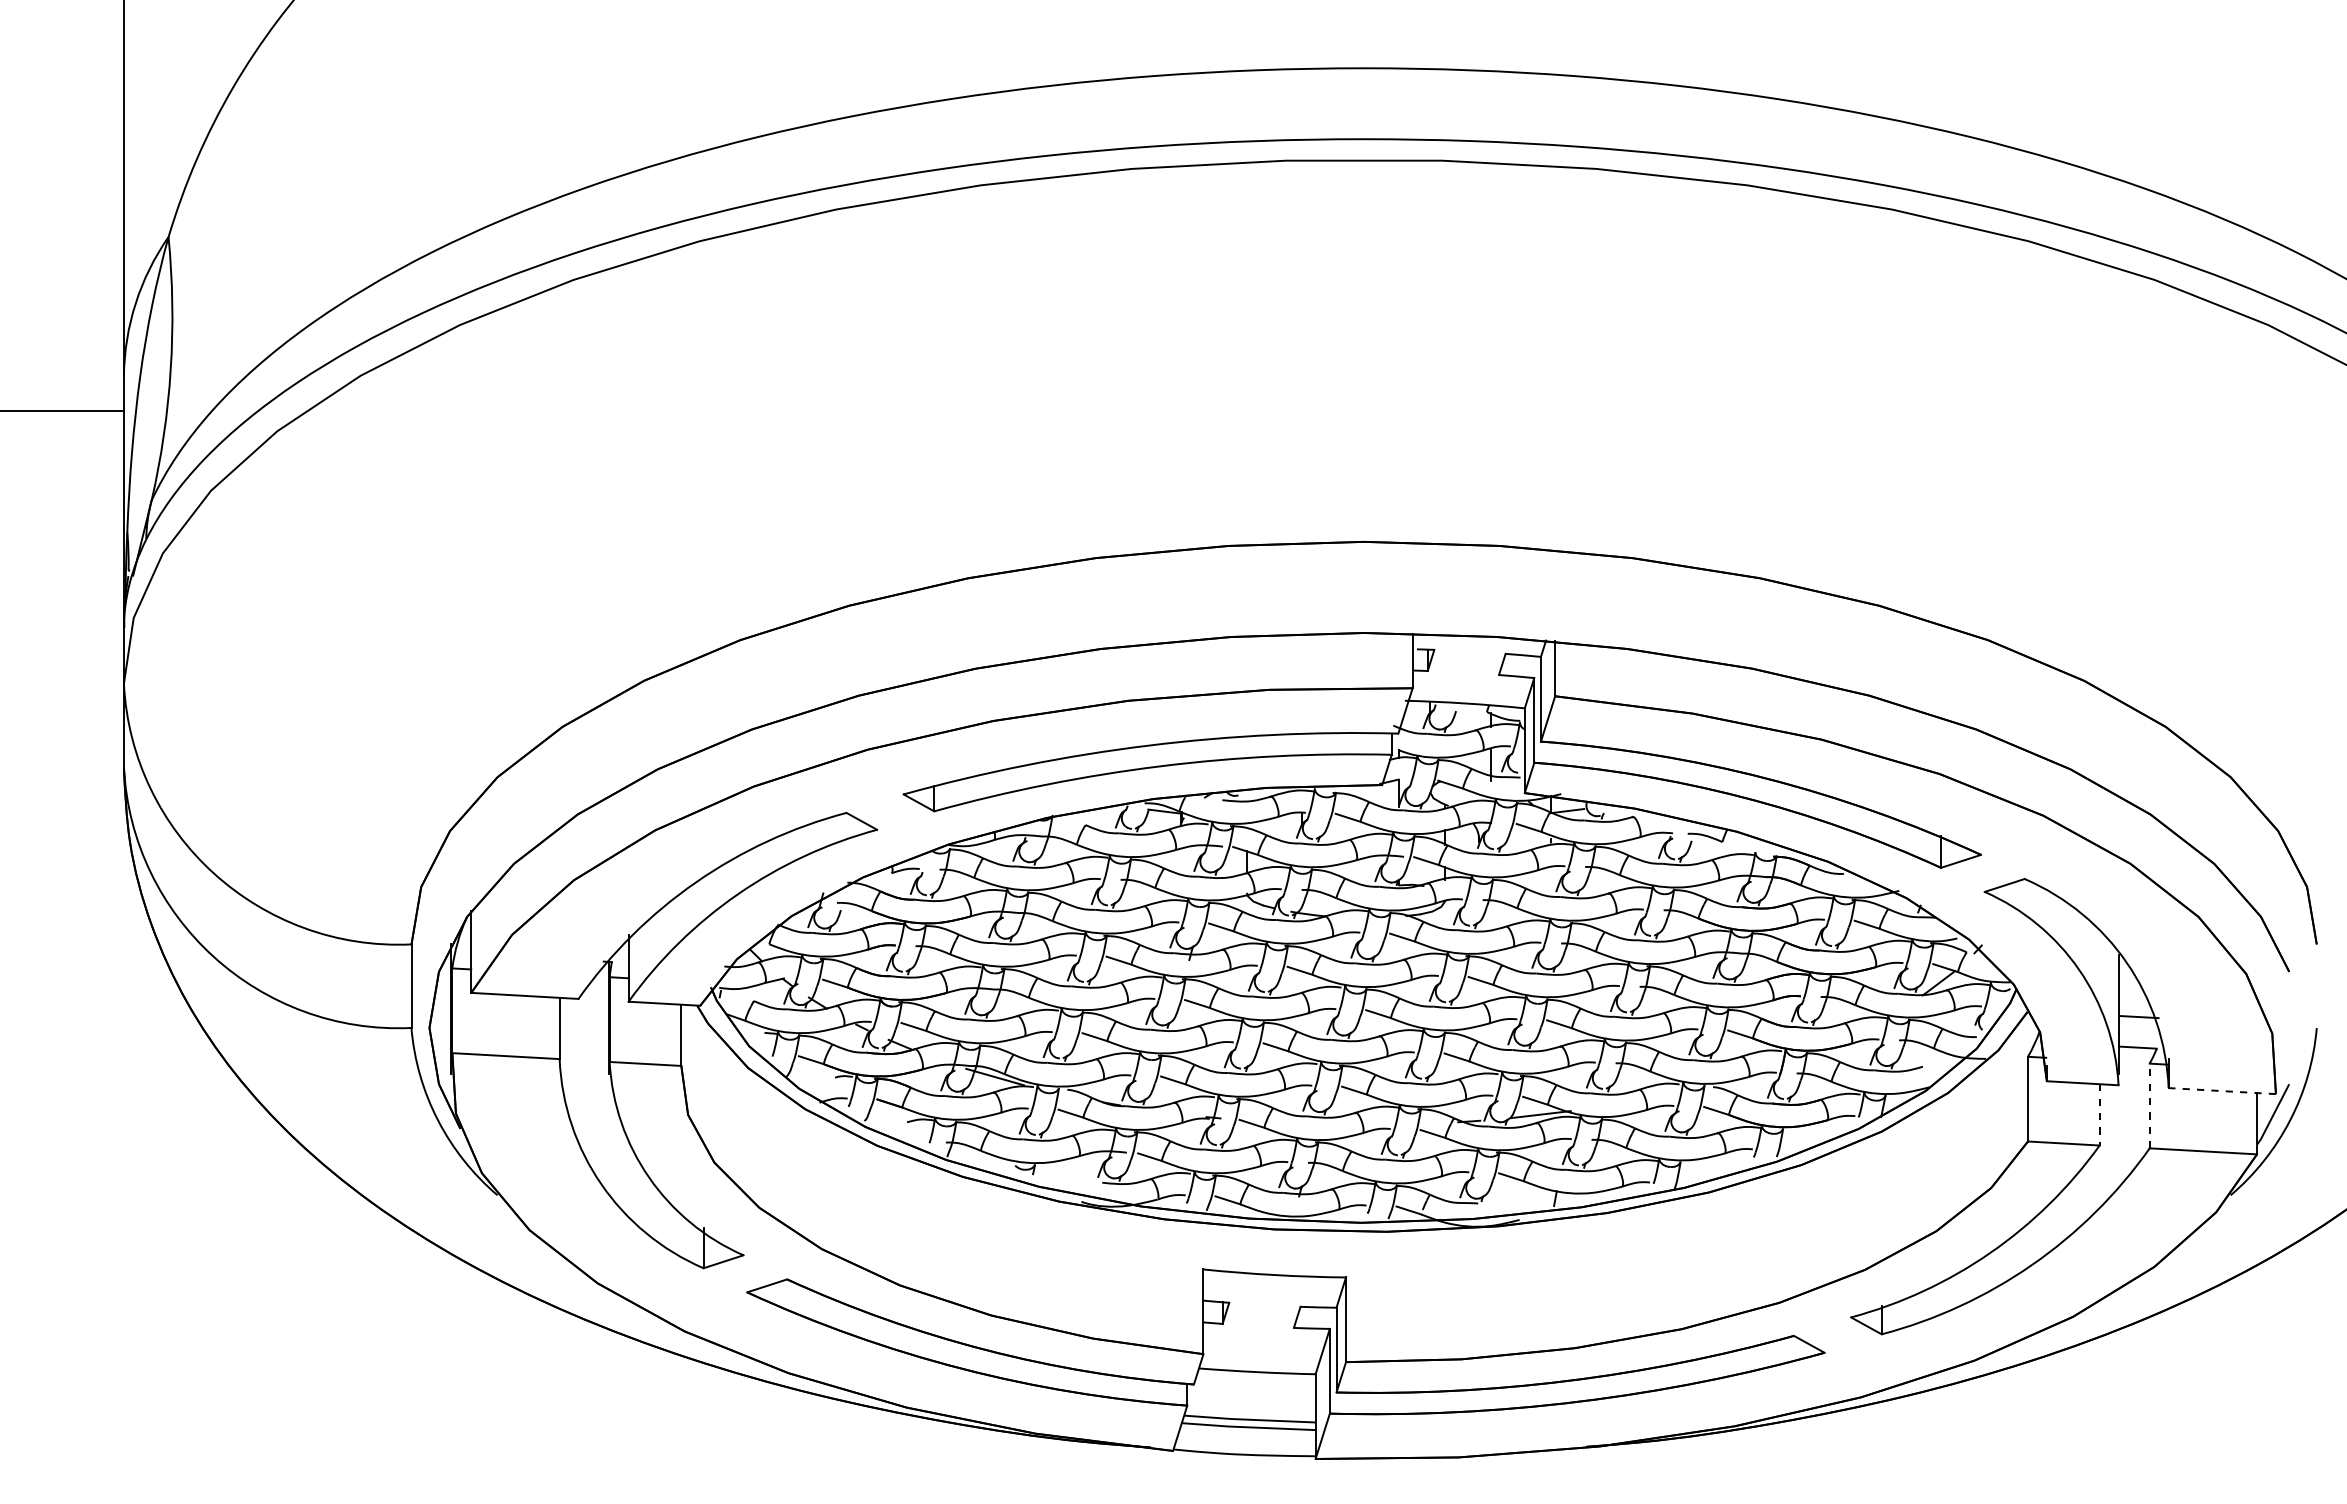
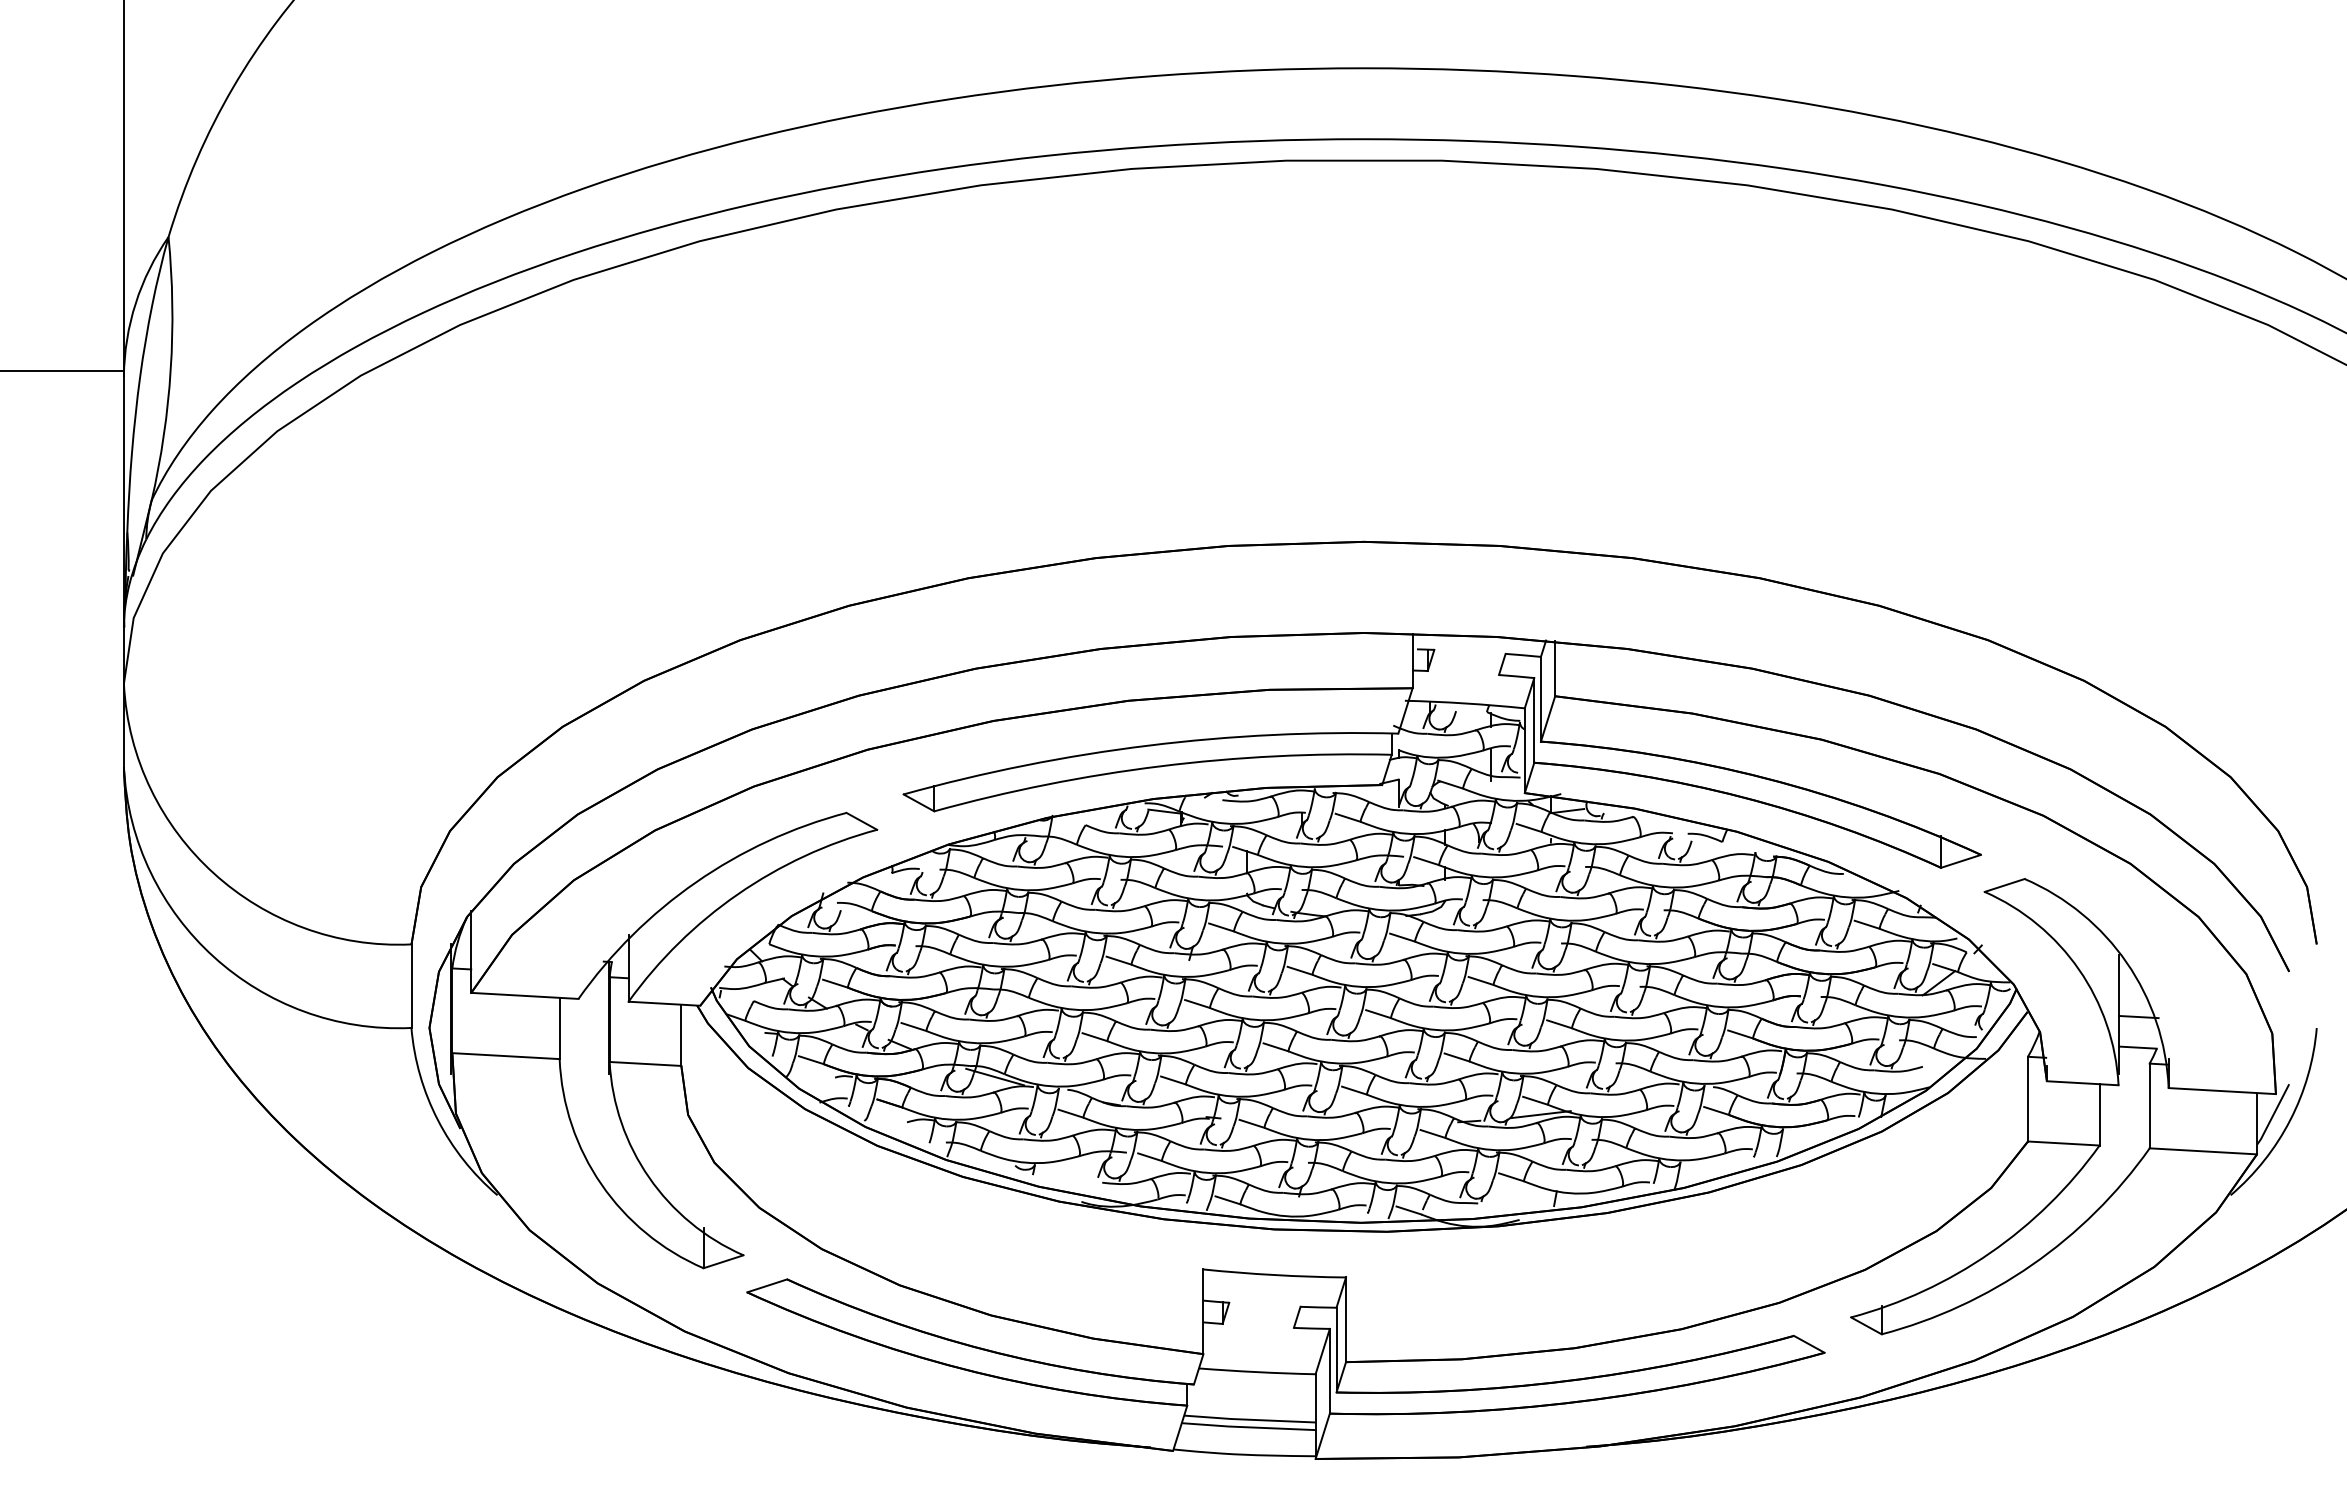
line at (62, 411) position: (62, 411) -> (62, 371)
line at (2222, 1091): dashed -> solid
line at (2149, 1105): dashed -> solid
line at (2099, 1114): dashed -> solid
